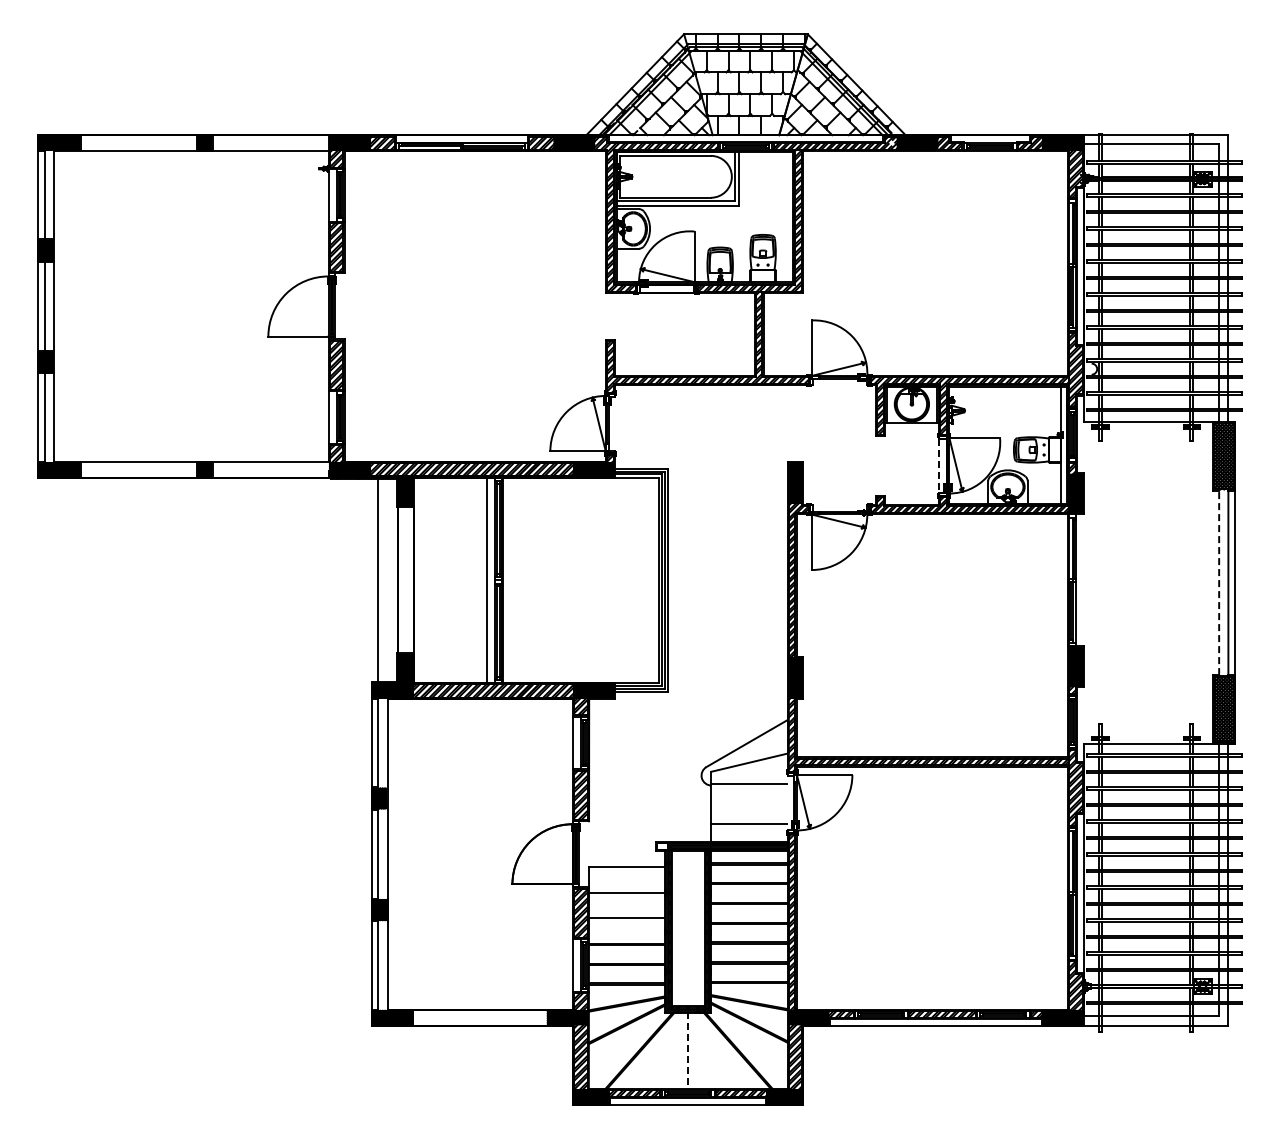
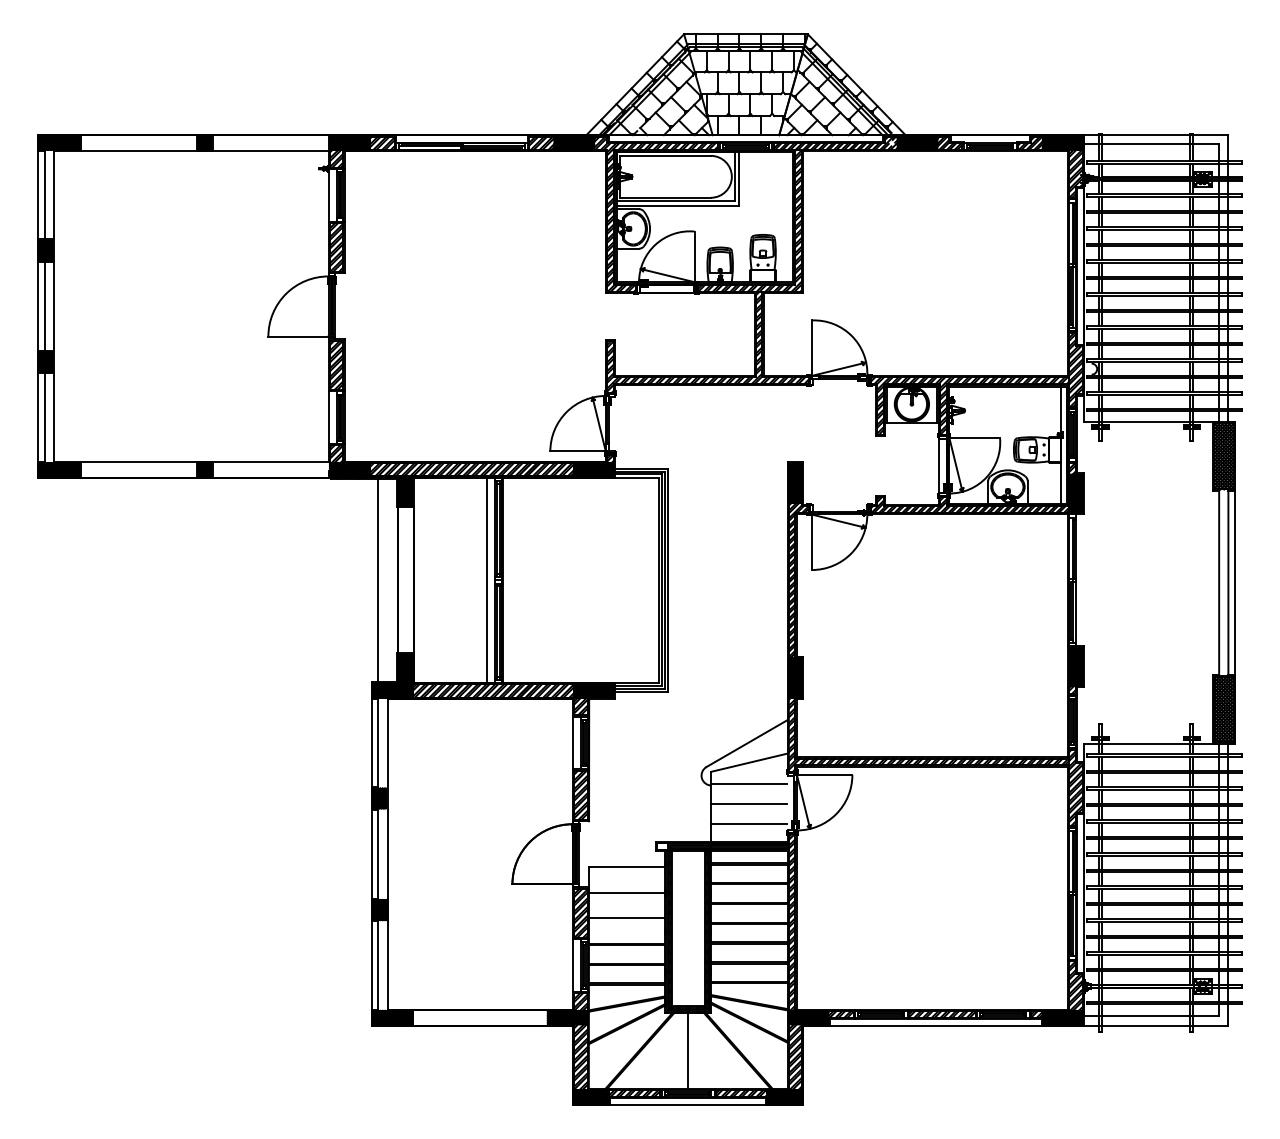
line at (938, 466): dashed -> solid
line at (1219, 582): dashed -> solid
line at (748, 803): none -> present
line at (688, 1050): dashed -> solid
